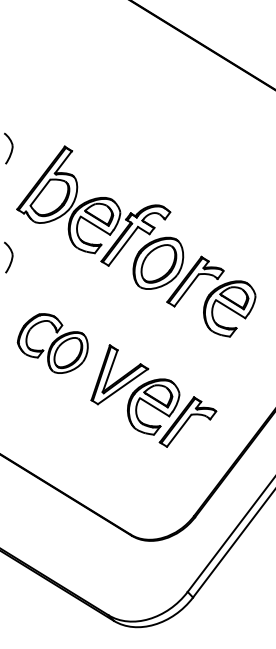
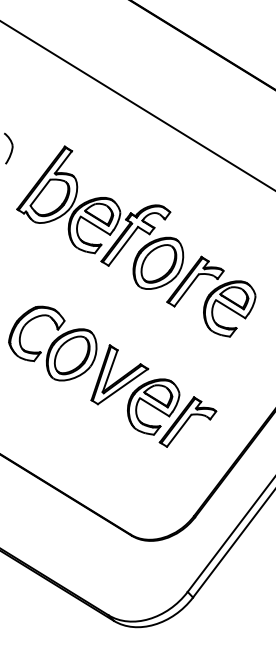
line at (137, 105): none -> present
part at (8, 257): present -> none
part at (52, 343) size: 73x61 px -> 90x77 px
